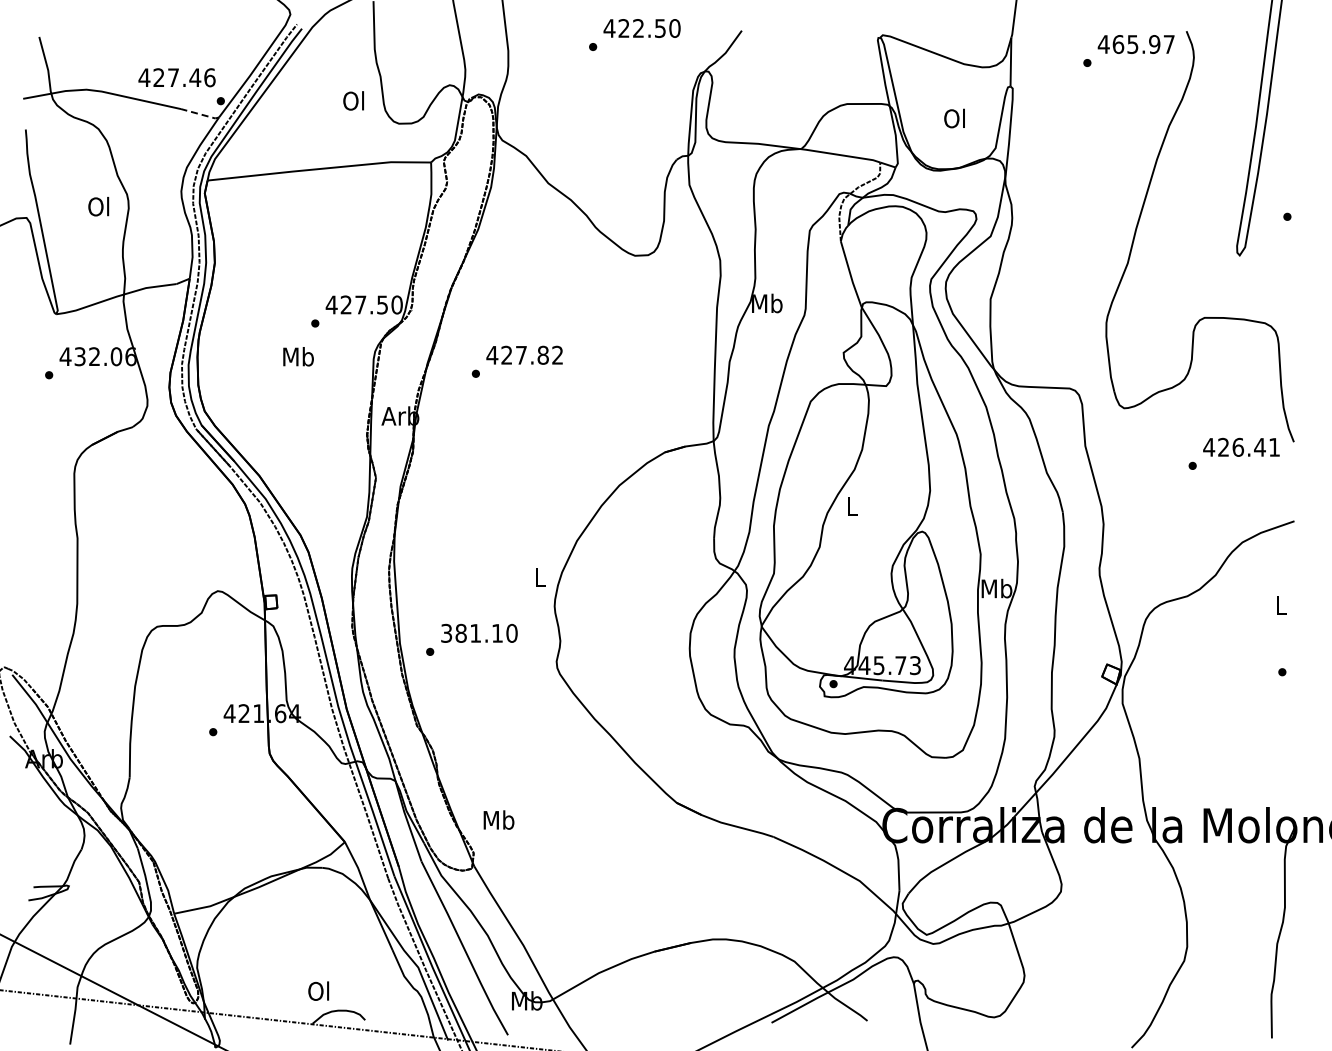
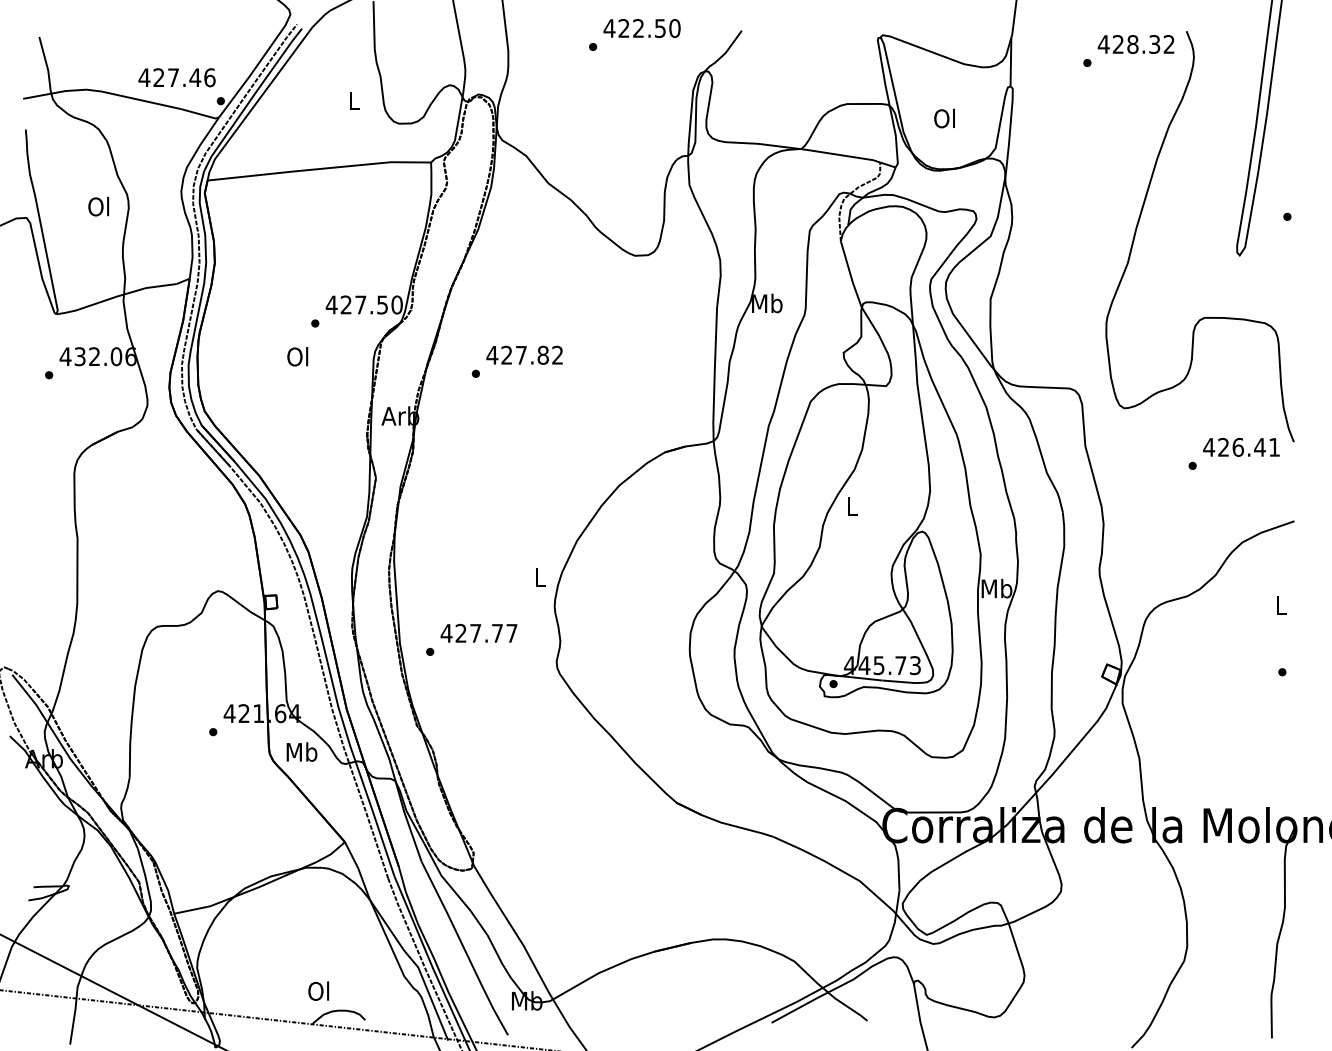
text at (1143, 44): 465.97 -> 428.32
text at (353, 100): Ol -> L
line at (200, 114): dashed -> solid
text at (954, 118) position: (954, 118) -> (944, 118)
text at (298, 356): Mb -> Ol
text at (478, 632): 381.10 -> 427.77
text at (498, 819) position: (498, 819) -> (301, 751)
